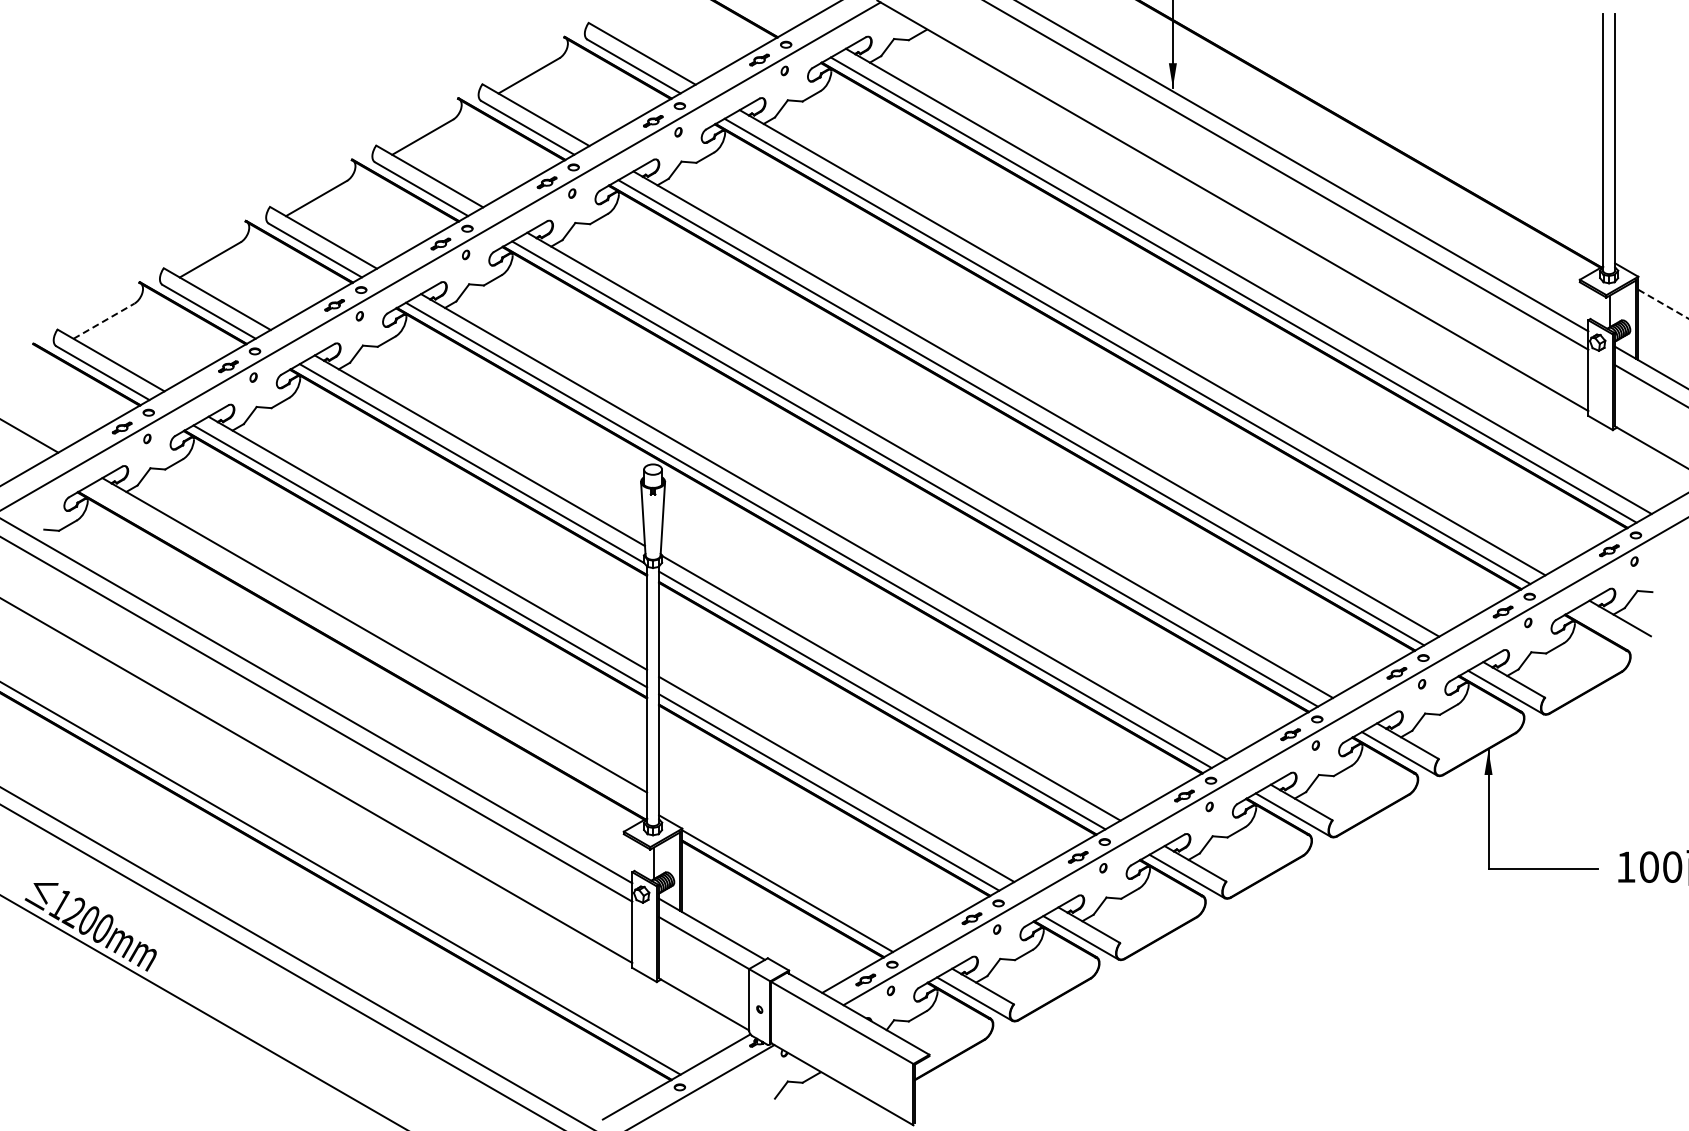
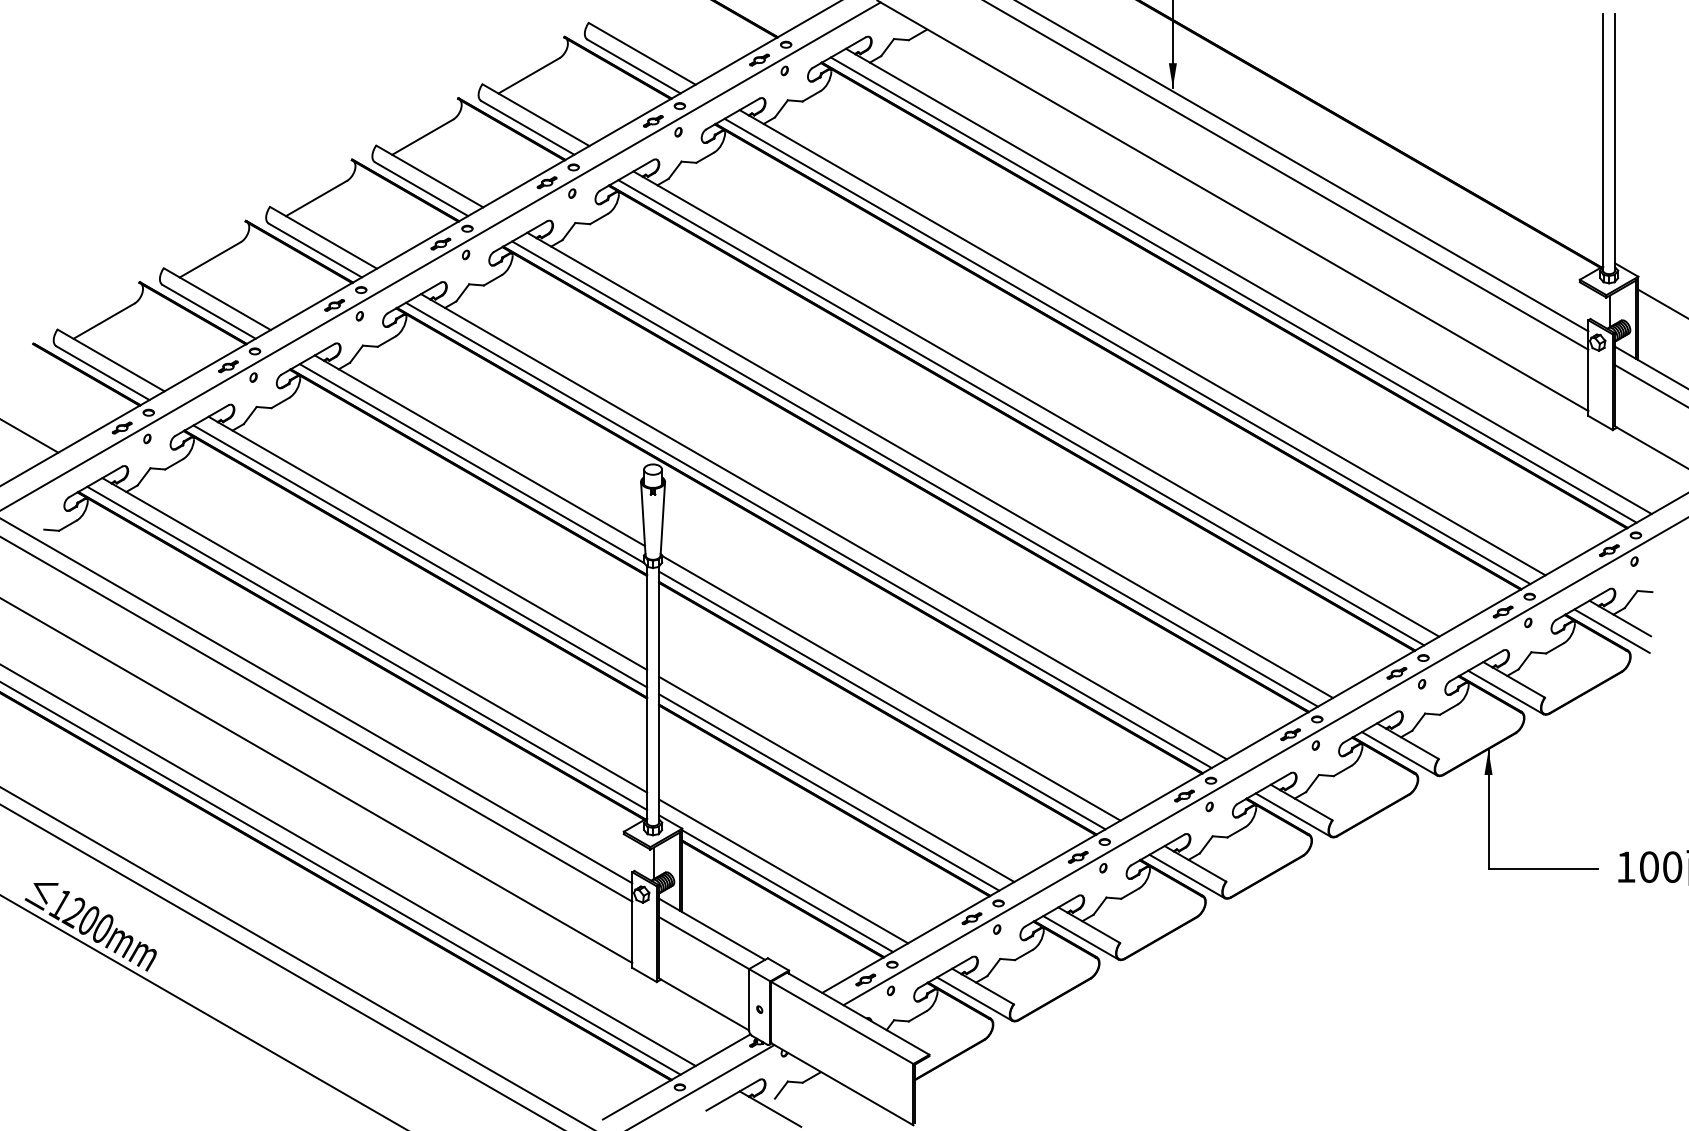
line at (1663, 304): dashed -> solid
line at (104, 320): dashed -> solid
line at (1611, 630): none -> present
line at (367, 648): none -> present
line at (348, 865): none -> present
line at (783, 871): none -> present
part at (753, 1102): none -> present
